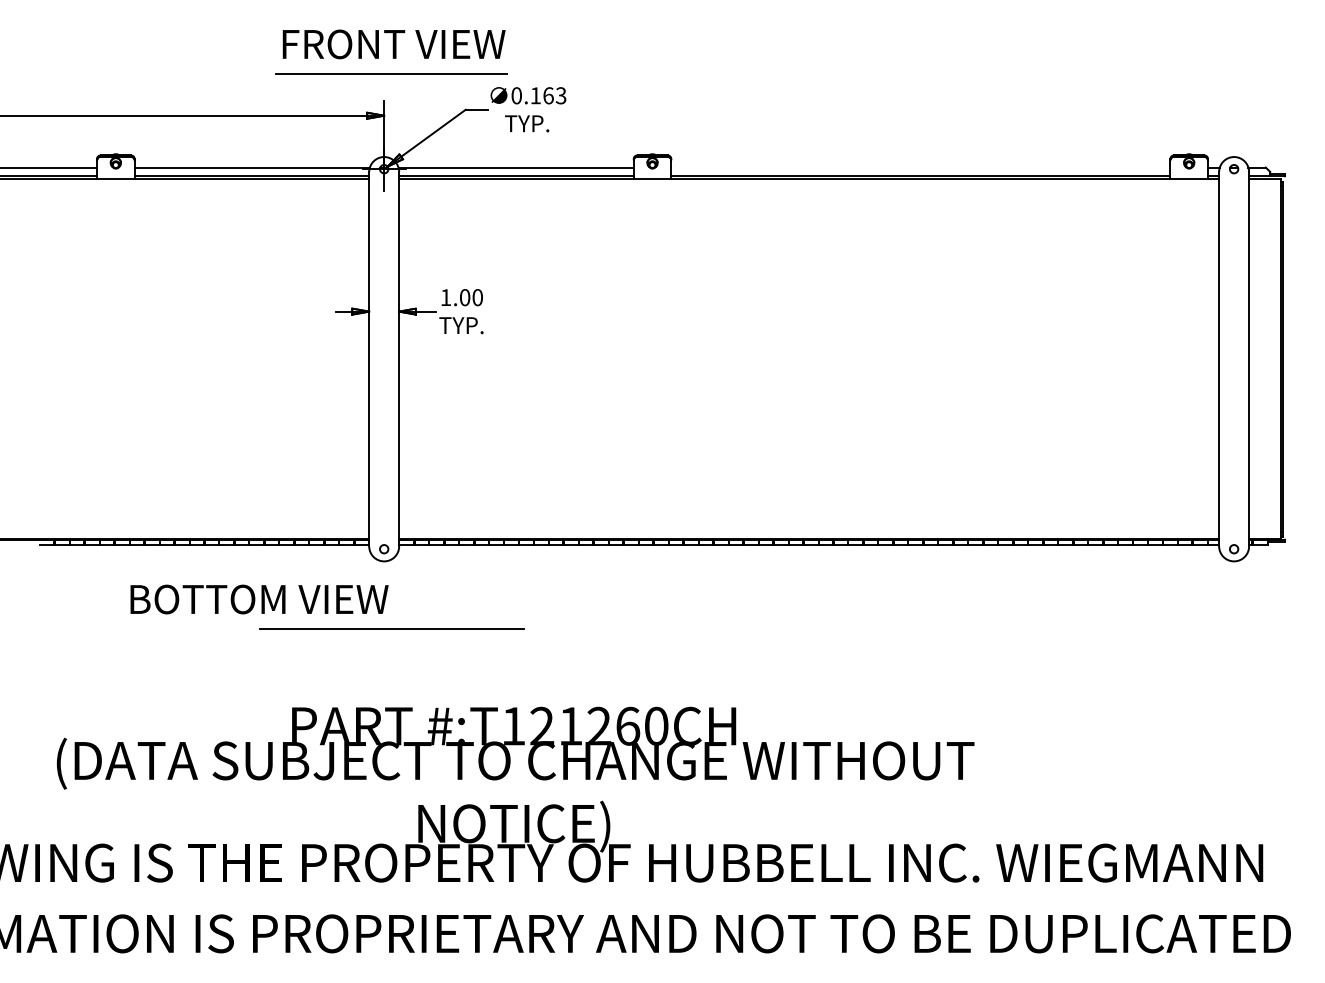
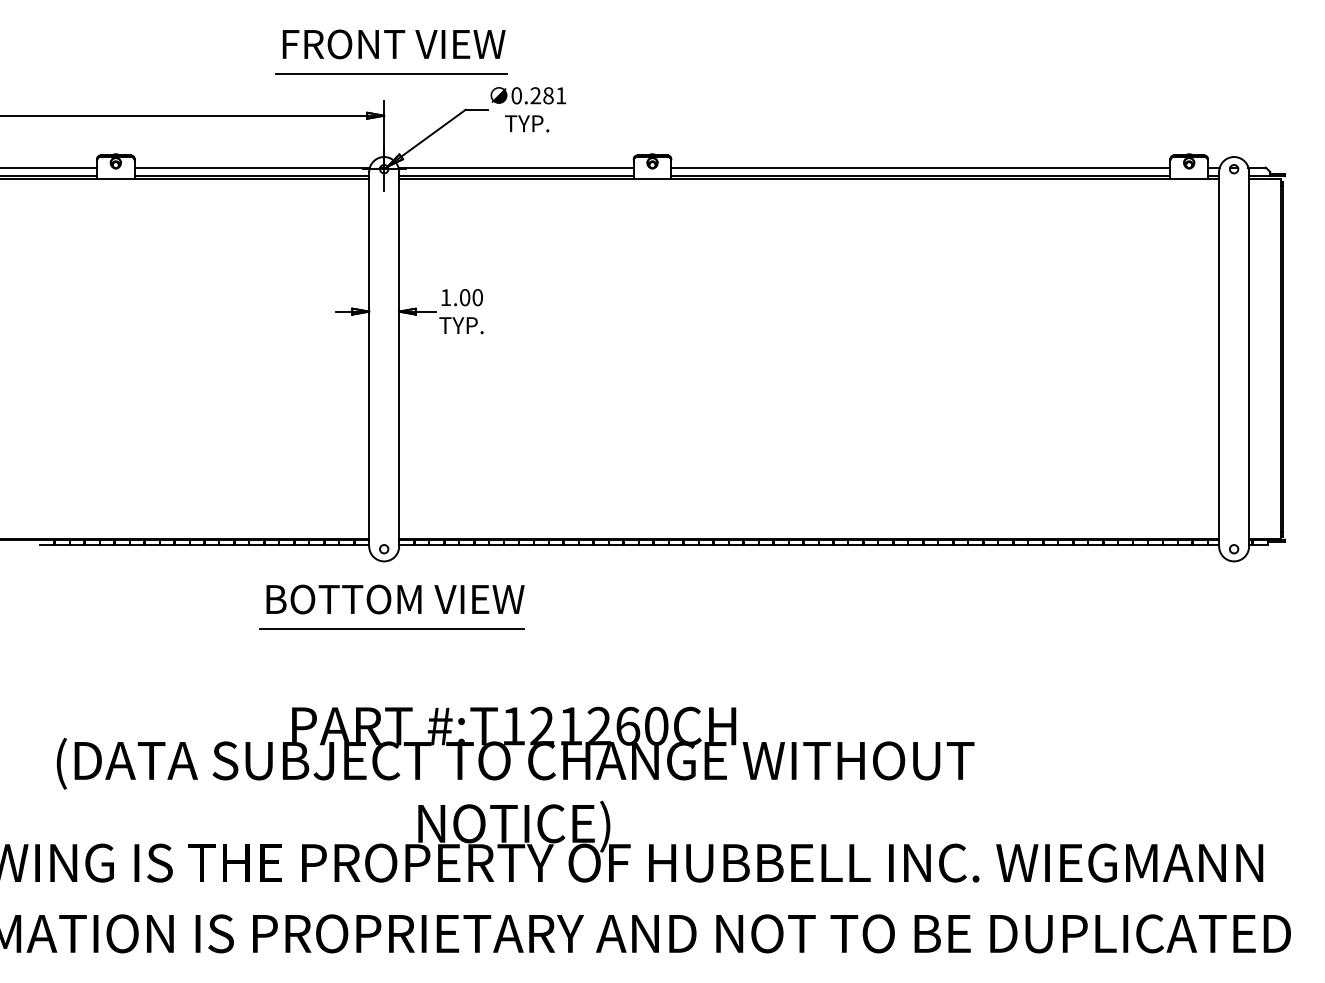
text at (548, 95): 0.163 -> 0.281
line at (920, 167): none -> present
text at (259, 599) position: (259, 599) -> (395, 599)
